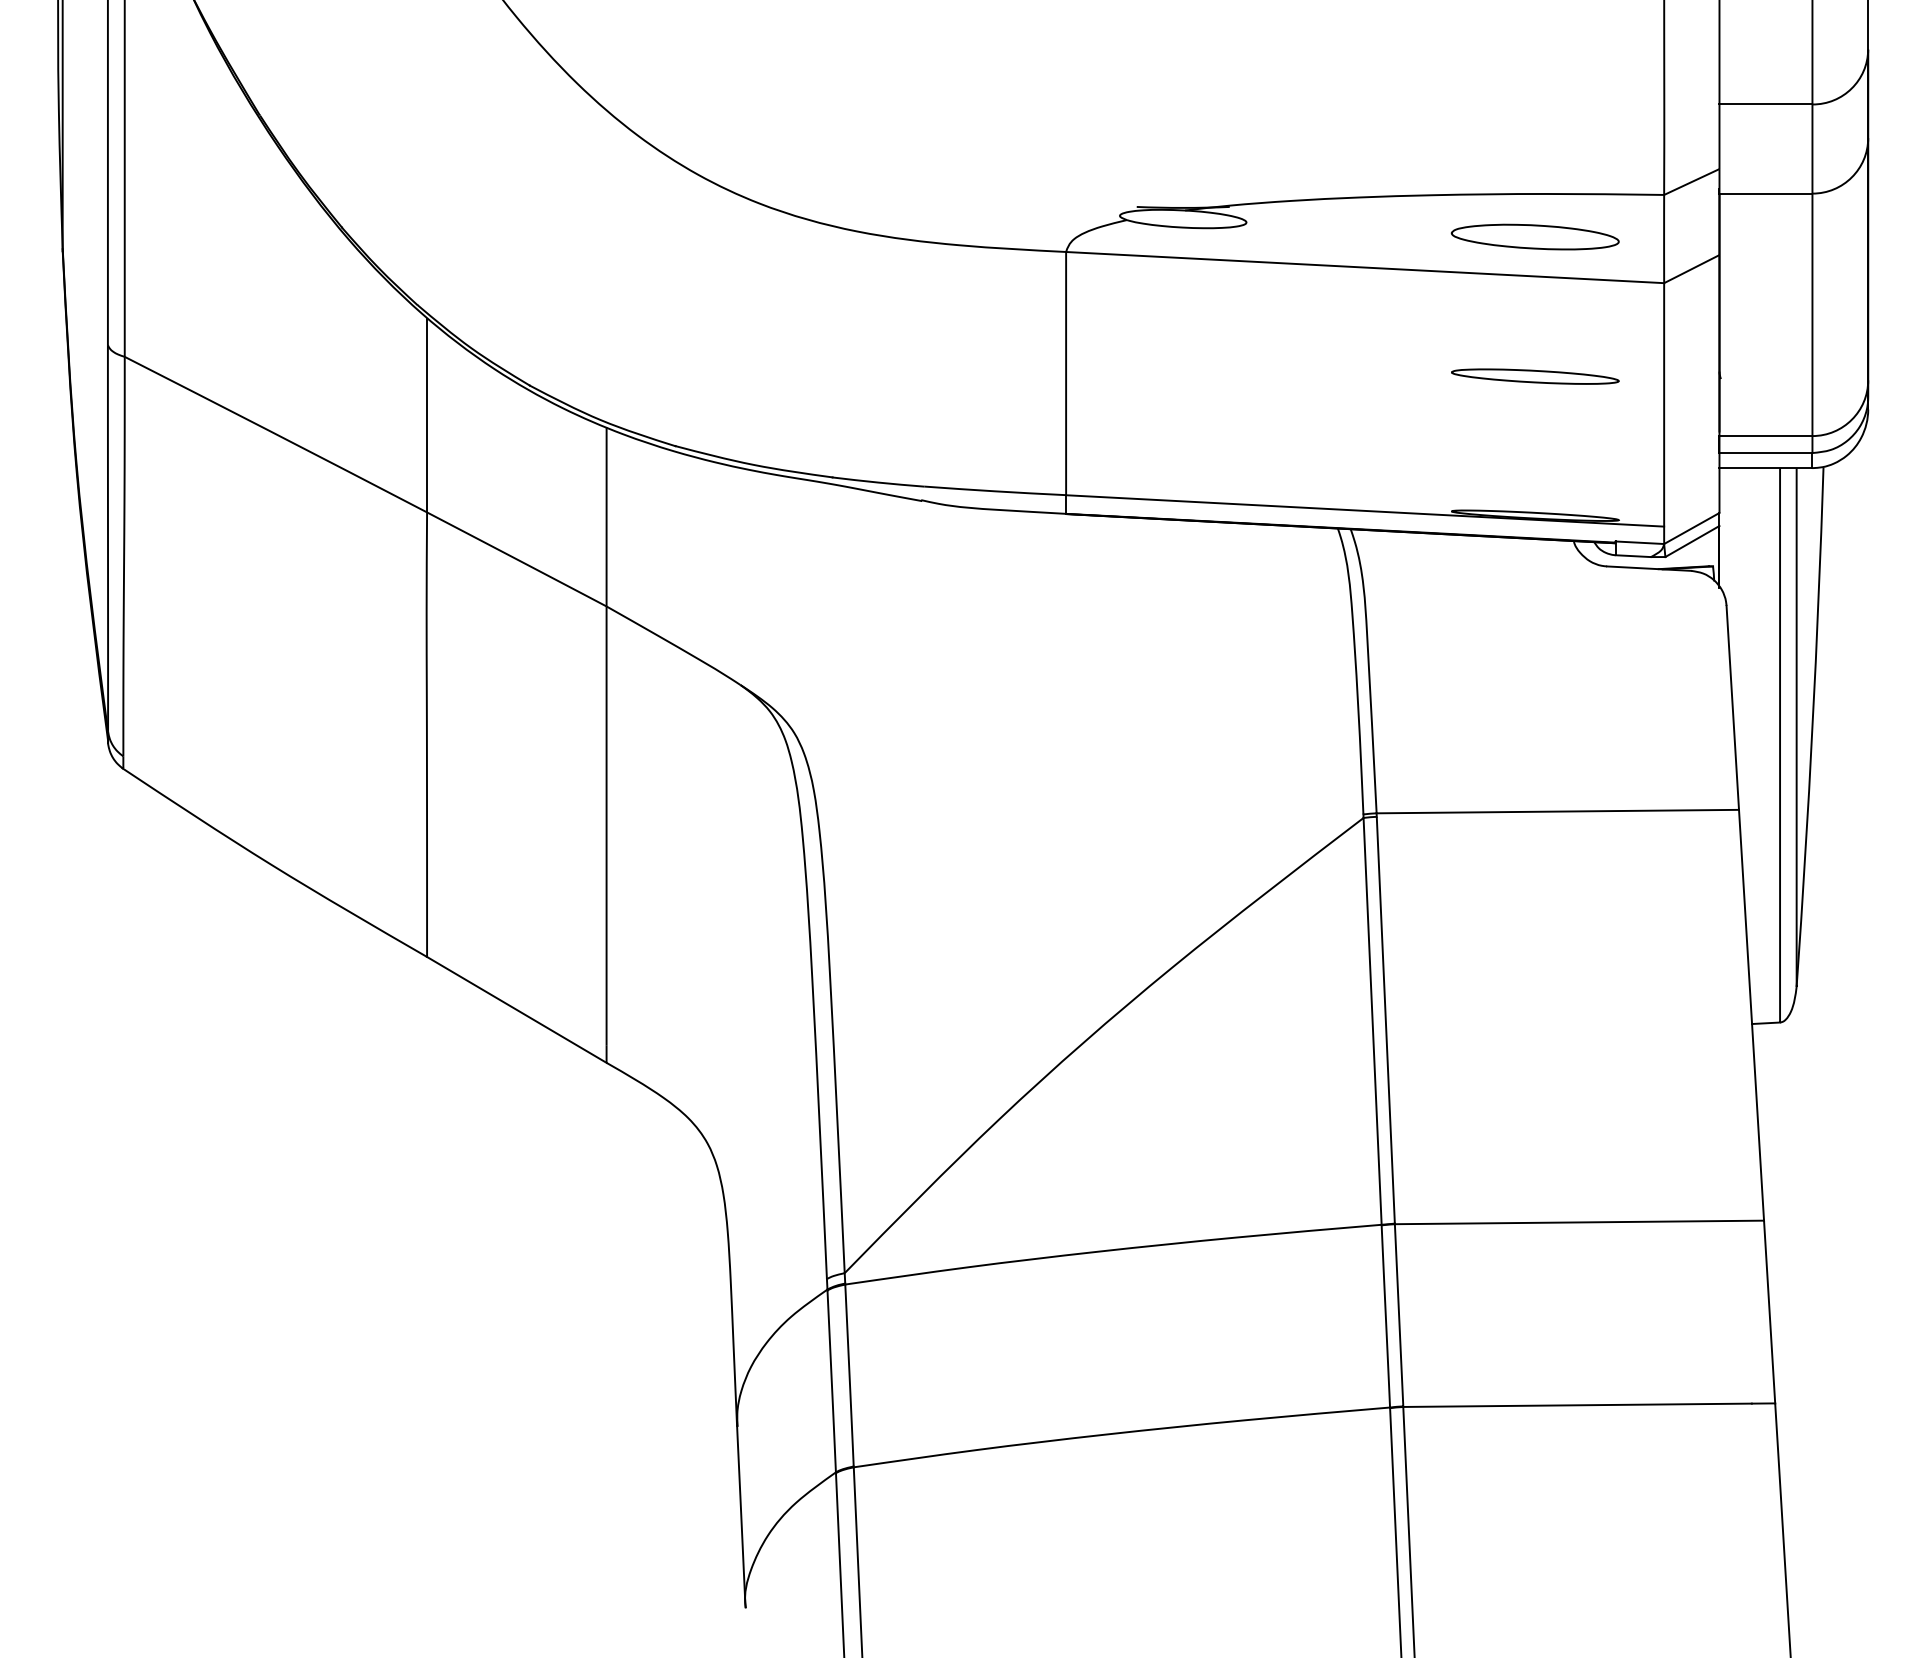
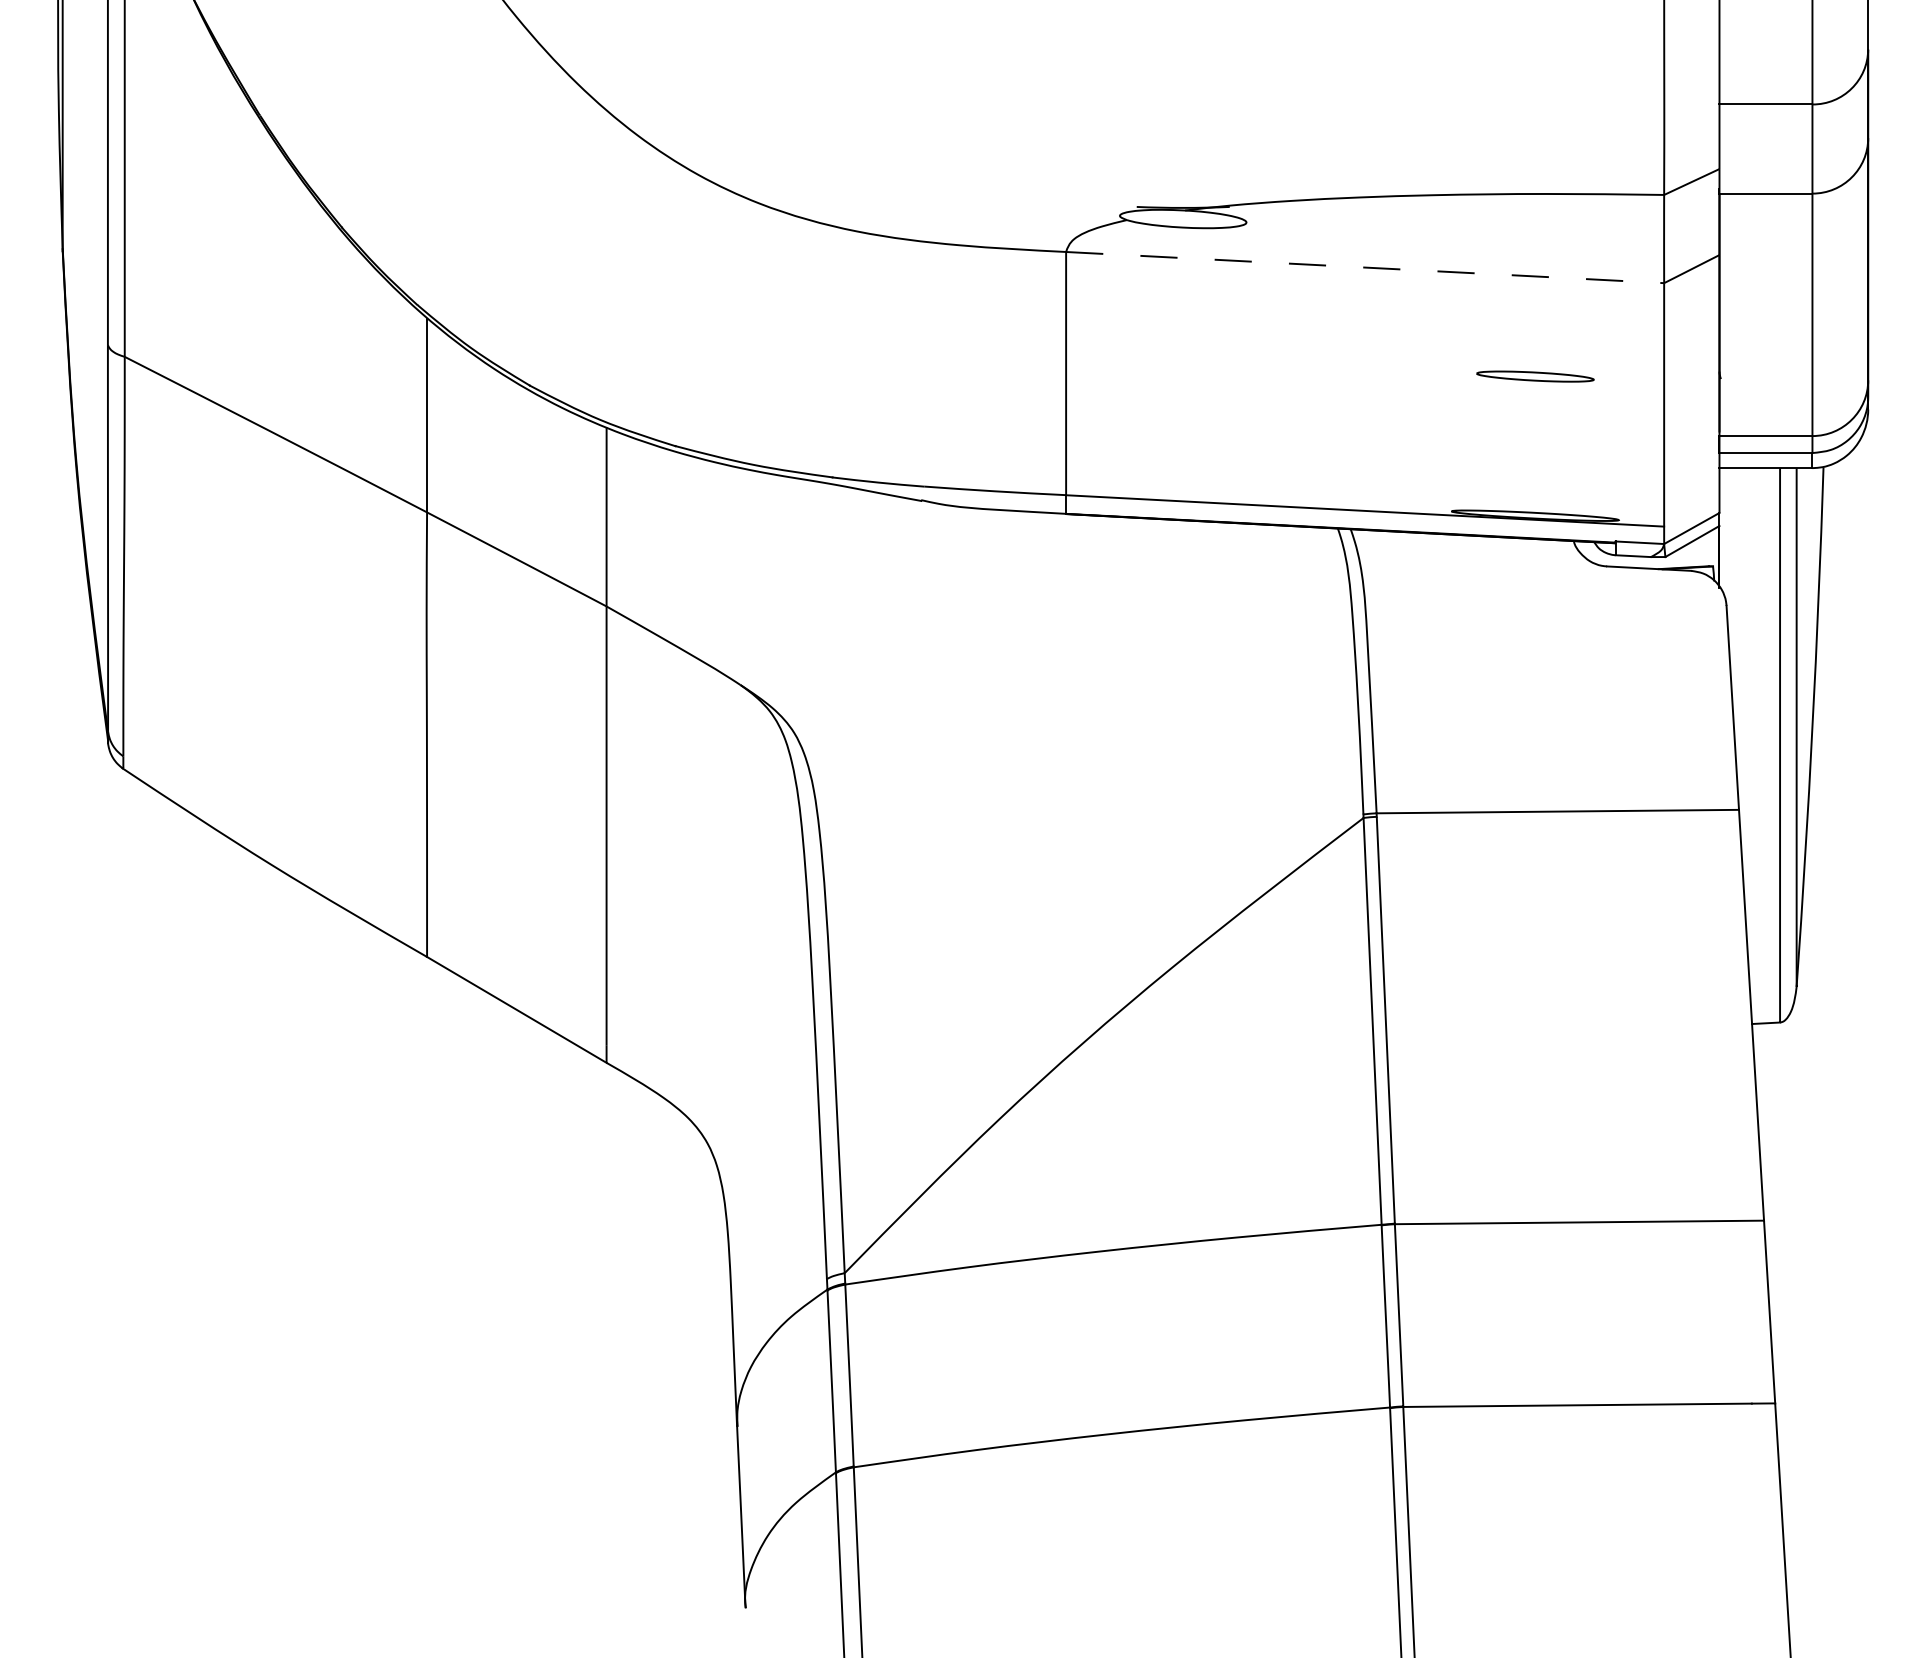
part at (1534, 236): present -> none
line at (1365, 267): solid -> dashed
part at (1535, 376) size: 169x17 px -> 119x13 px
